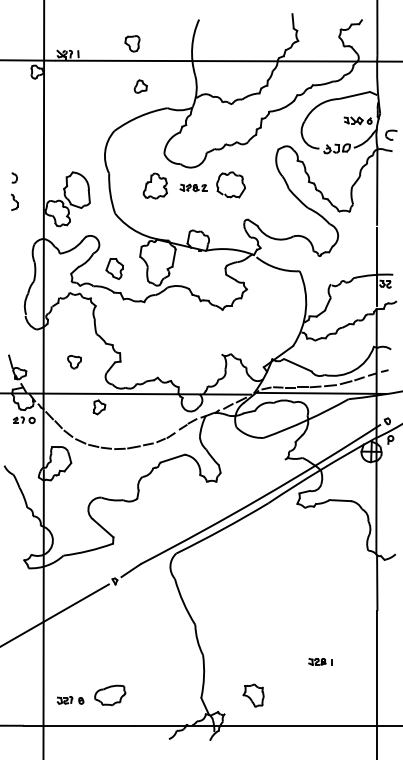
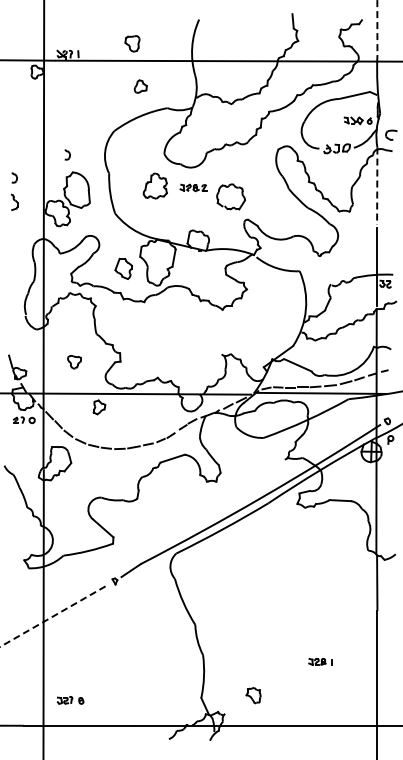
line at (377, 27): solid -> dashed
part at (67, 154): none -> present
part at (230, 184) position: (230, 184) -> (230, 196)
line at (377, 186): solid -> dashed
part at (114, 268) position: (114, 268) -> (123, 268)
line at (55, 615): solid -> dashed
part at (110, 695): present -> none
part at (253, 695) size: 23x25 px -> 17x18 px
